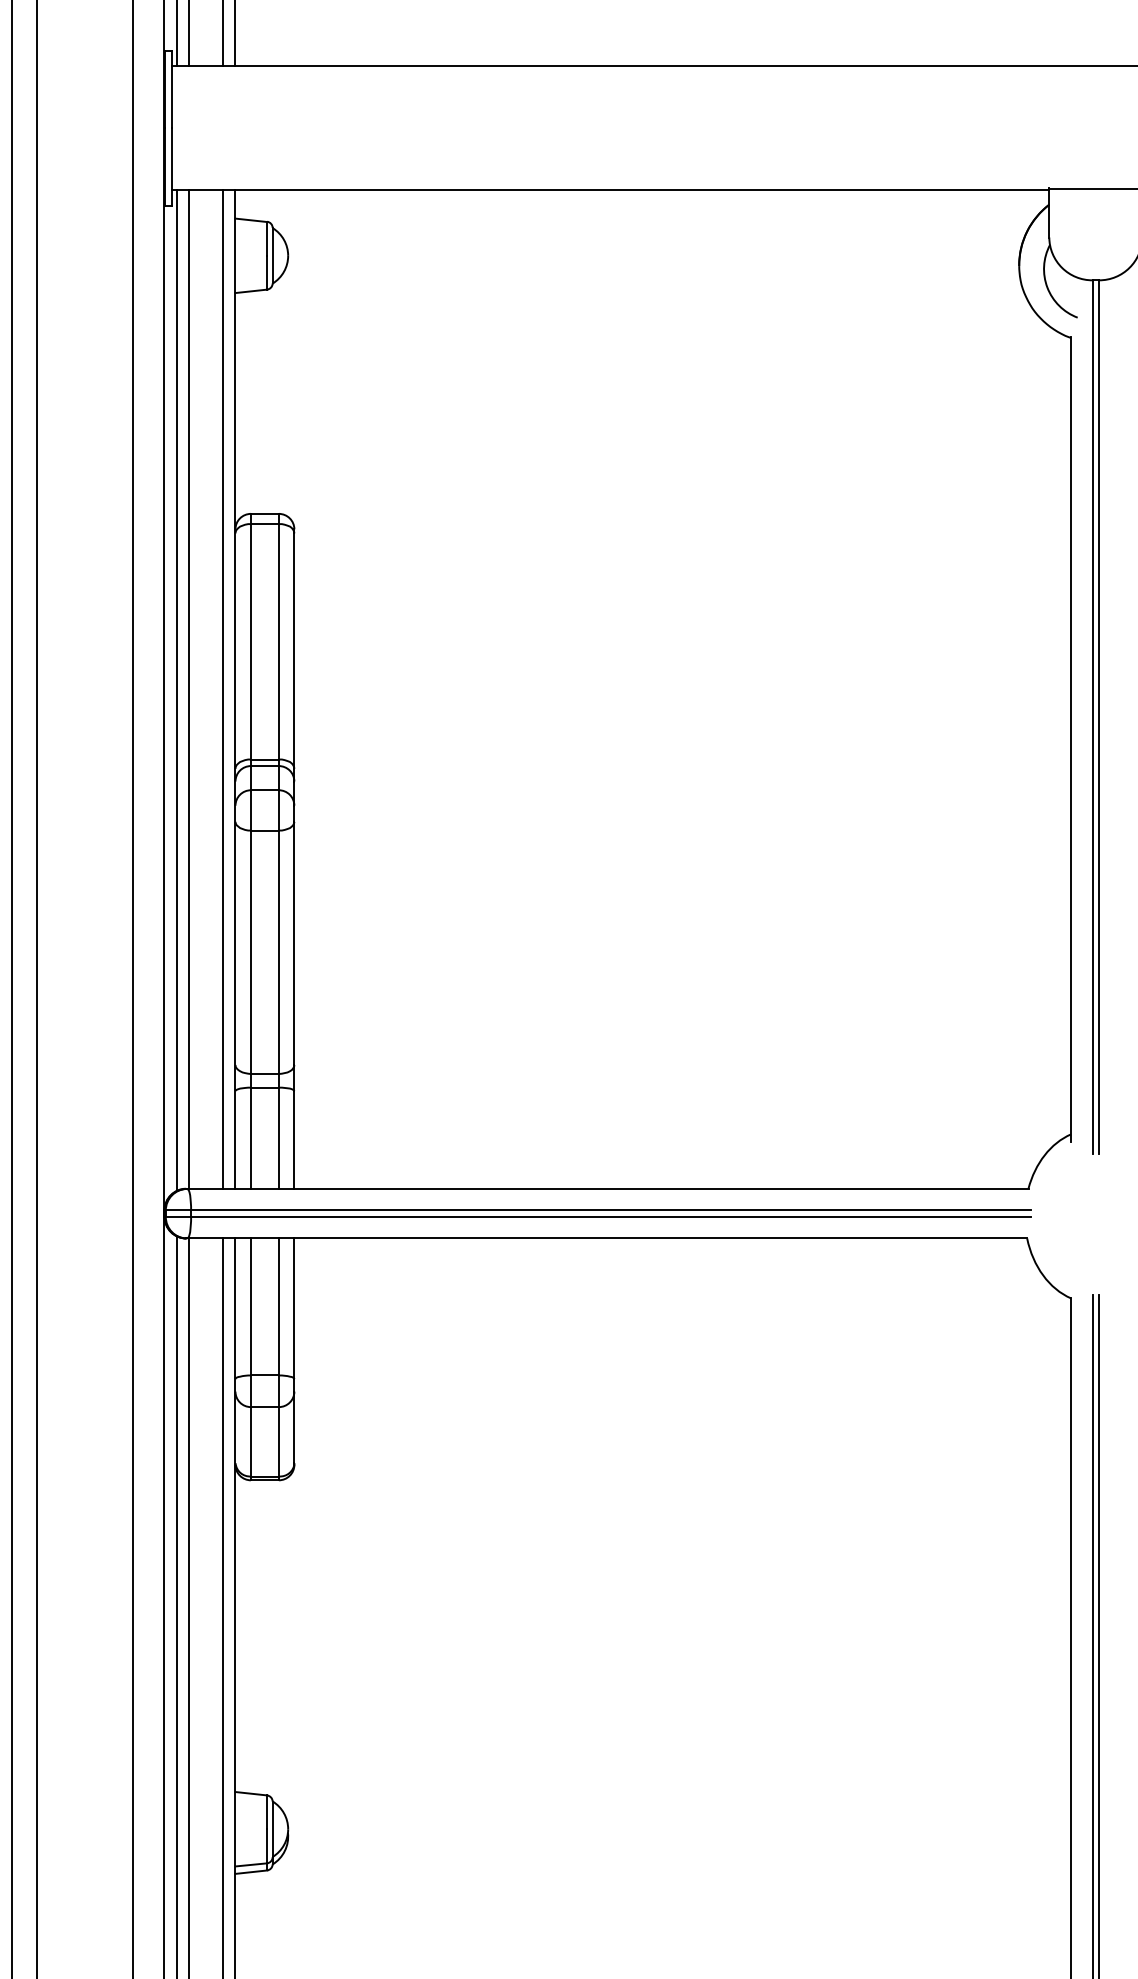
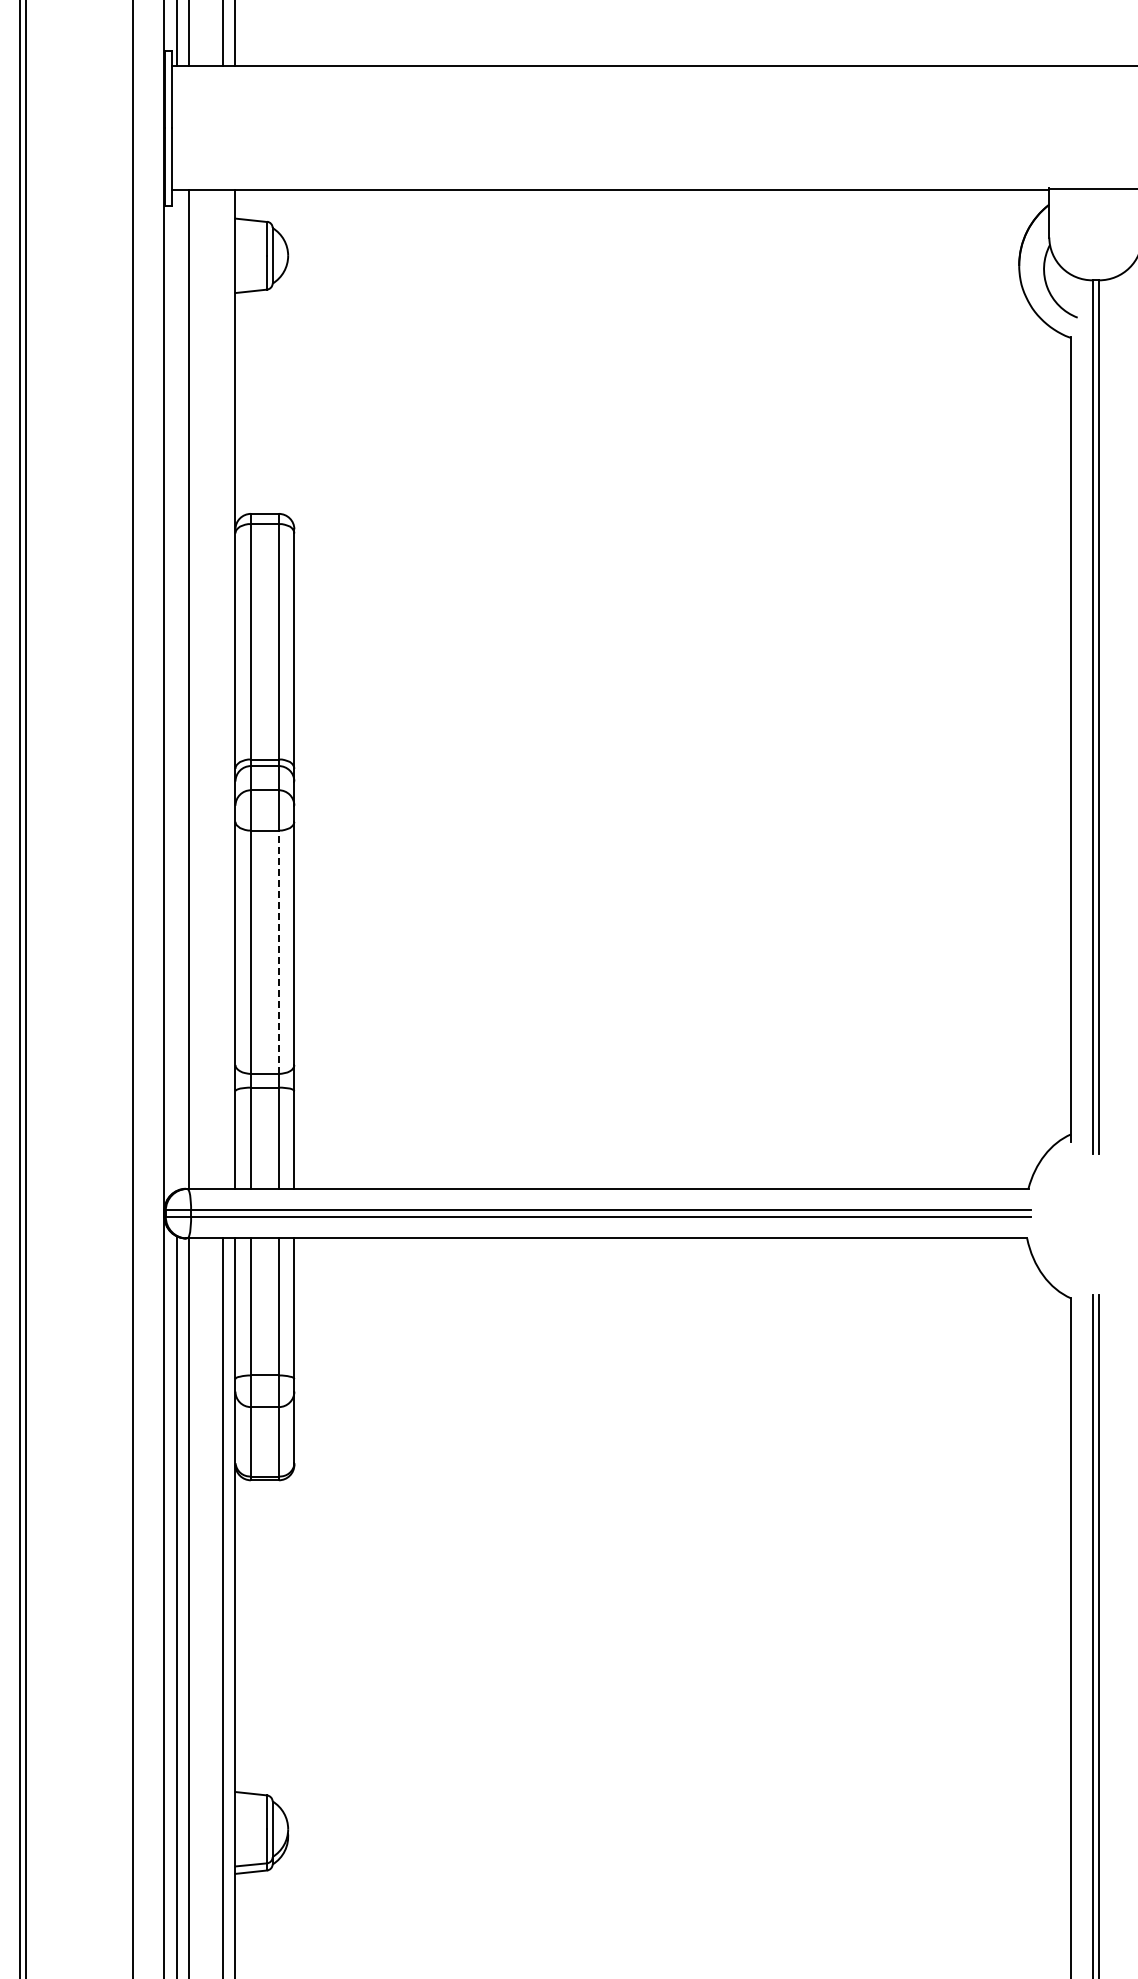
line at (223, 689): present -> none
line at (176, 690): present -> none
line at (278, 952): solid -> dashed
line at (12, 988) position: (12, 988) -> (26, 988)
line at (37, 988) position: (37, 988) -> (20, 988)
